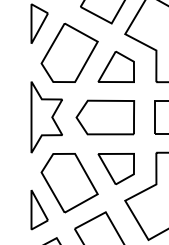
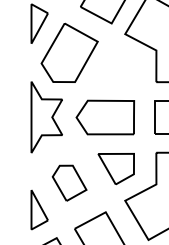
part at (115, 66): present -> none
part at (69, 183) size: 59x61 px -> 37x38 px
